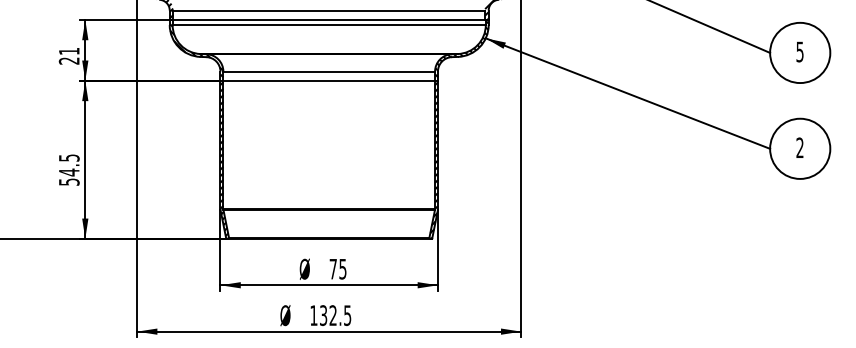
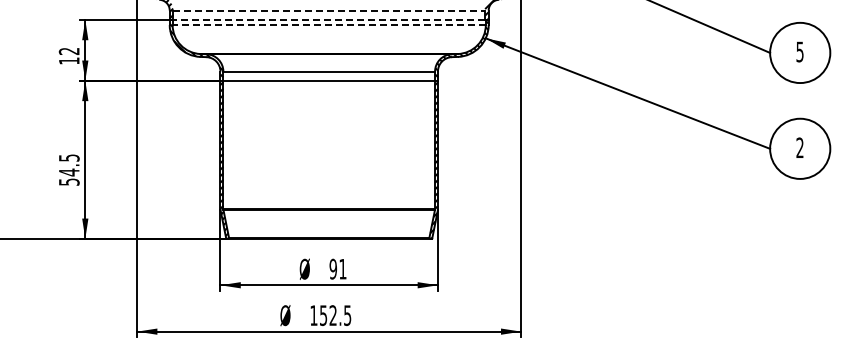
line at (329, 10): solid -> dashed
line at (329, 19): solid -> dashed
line at (329, 25): solid -> dashed
text at (68, 56): 21 -> 12
text at (337, 268): 75 -> 91
text at (323, 314): 132.5 -> 152.5
